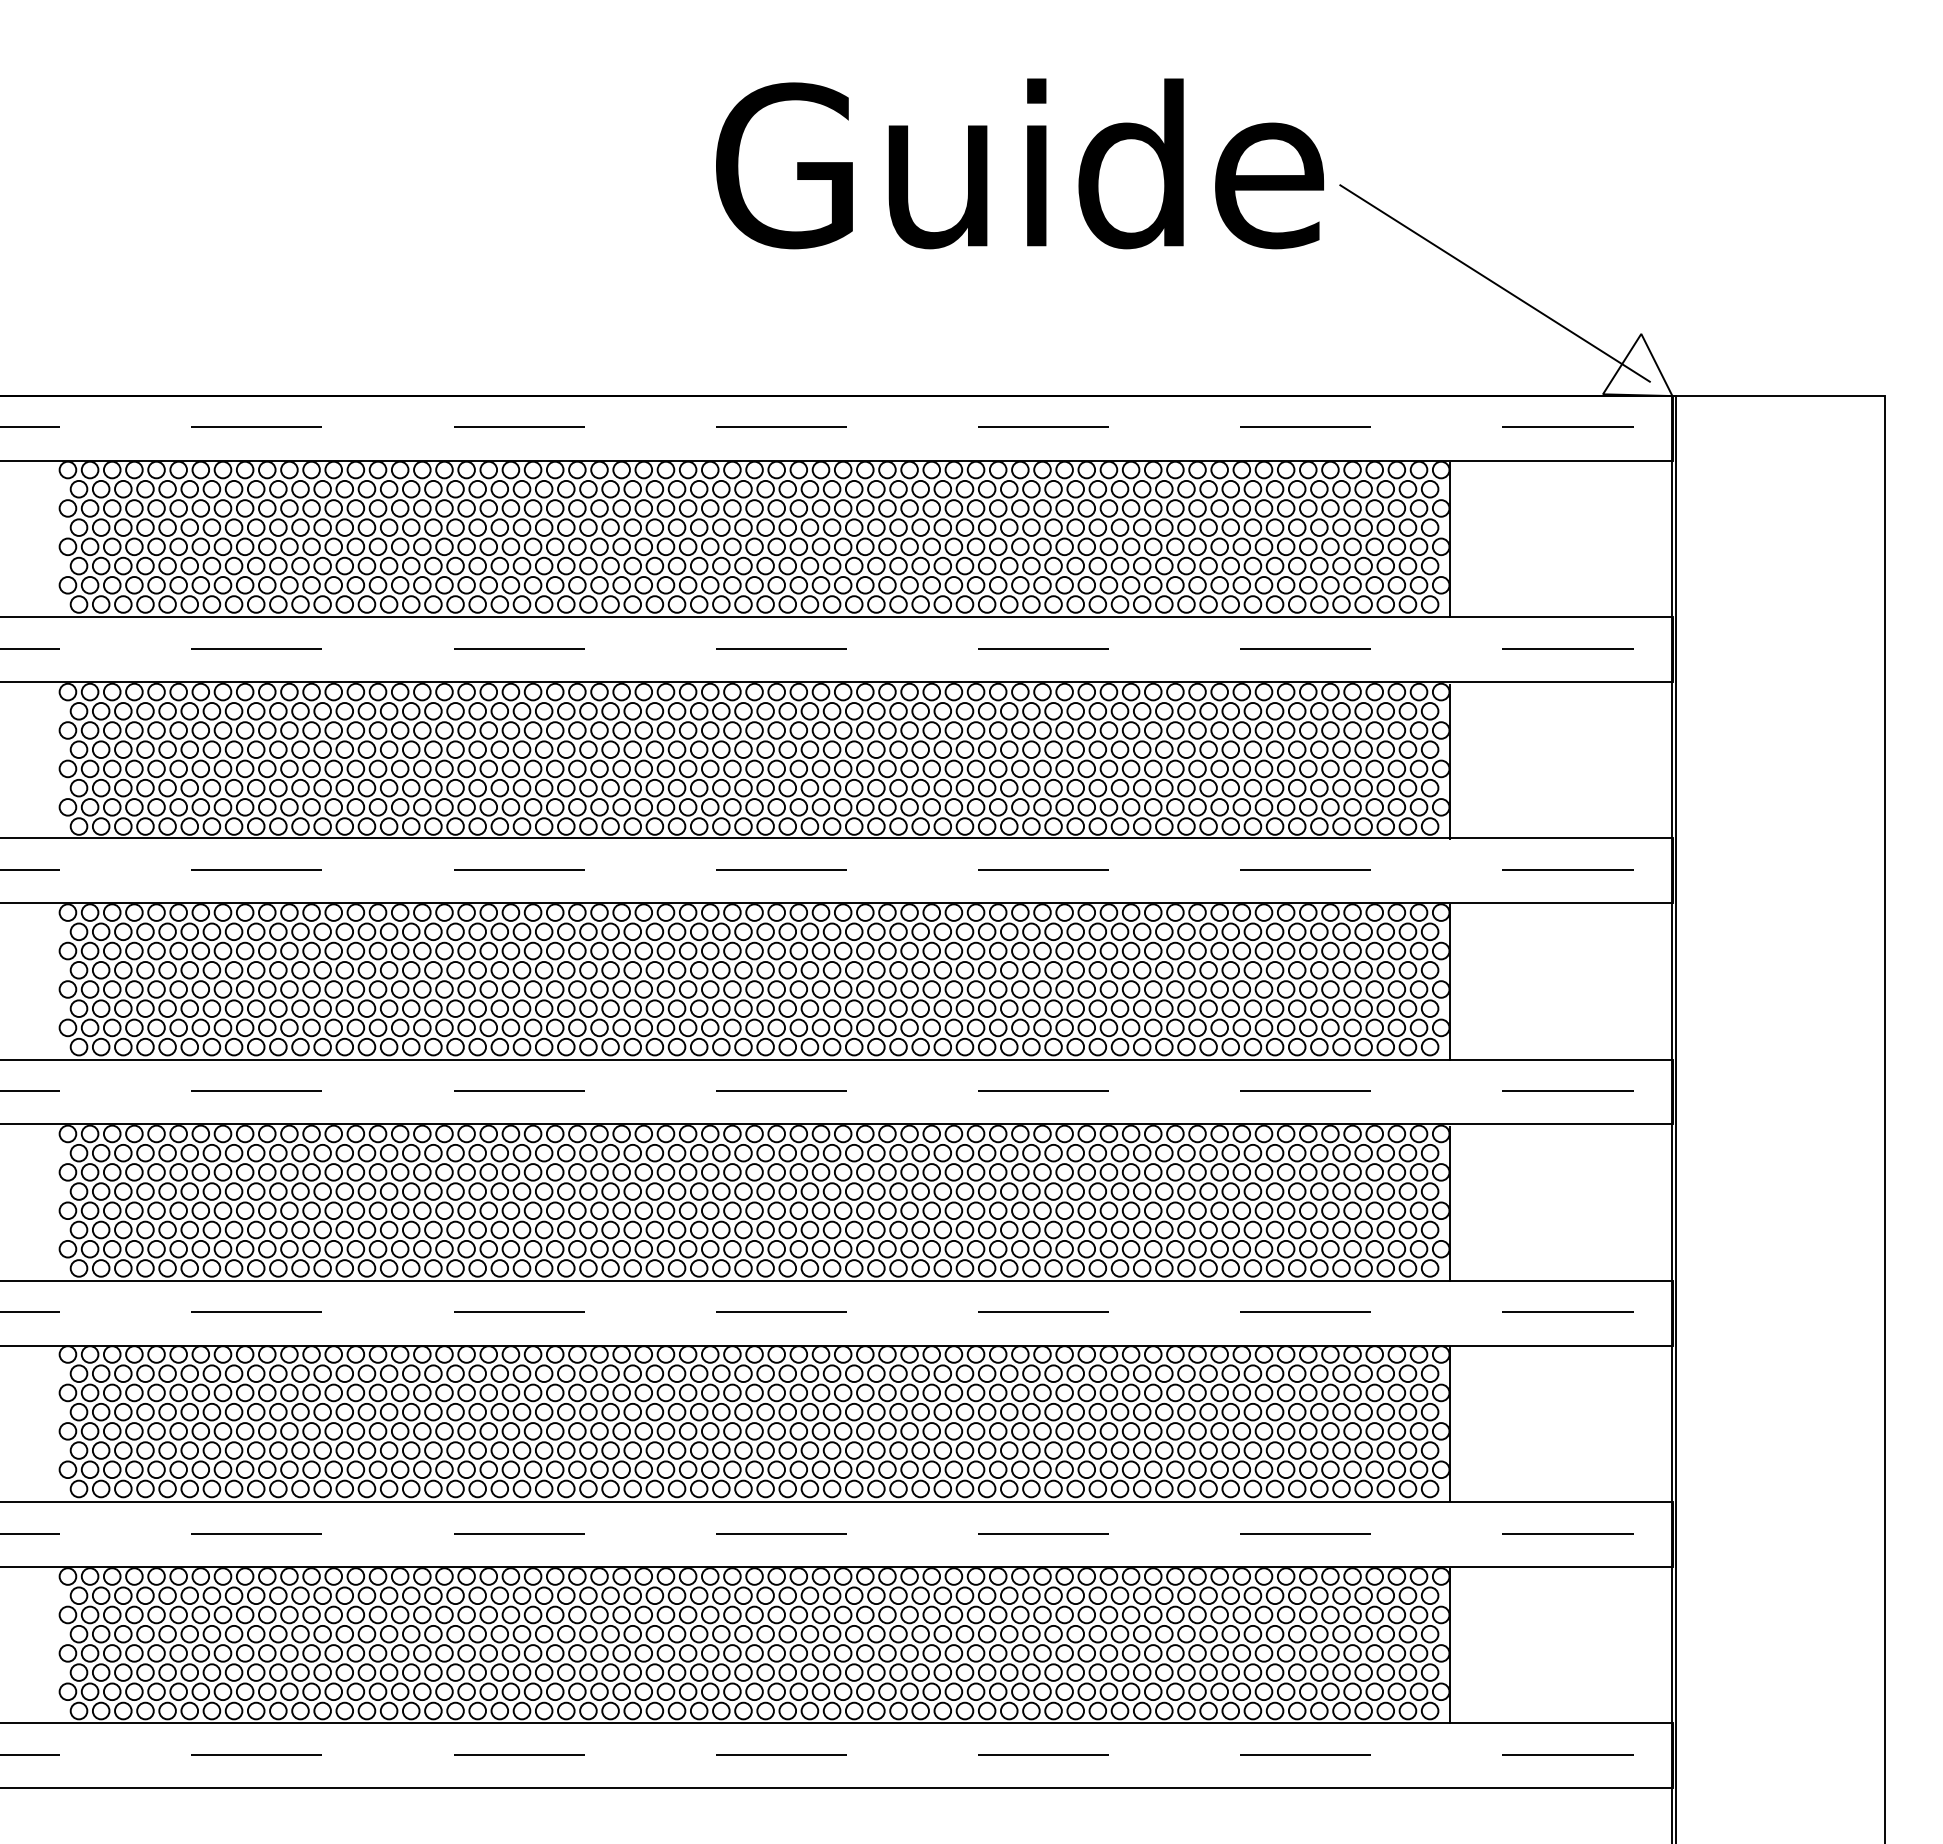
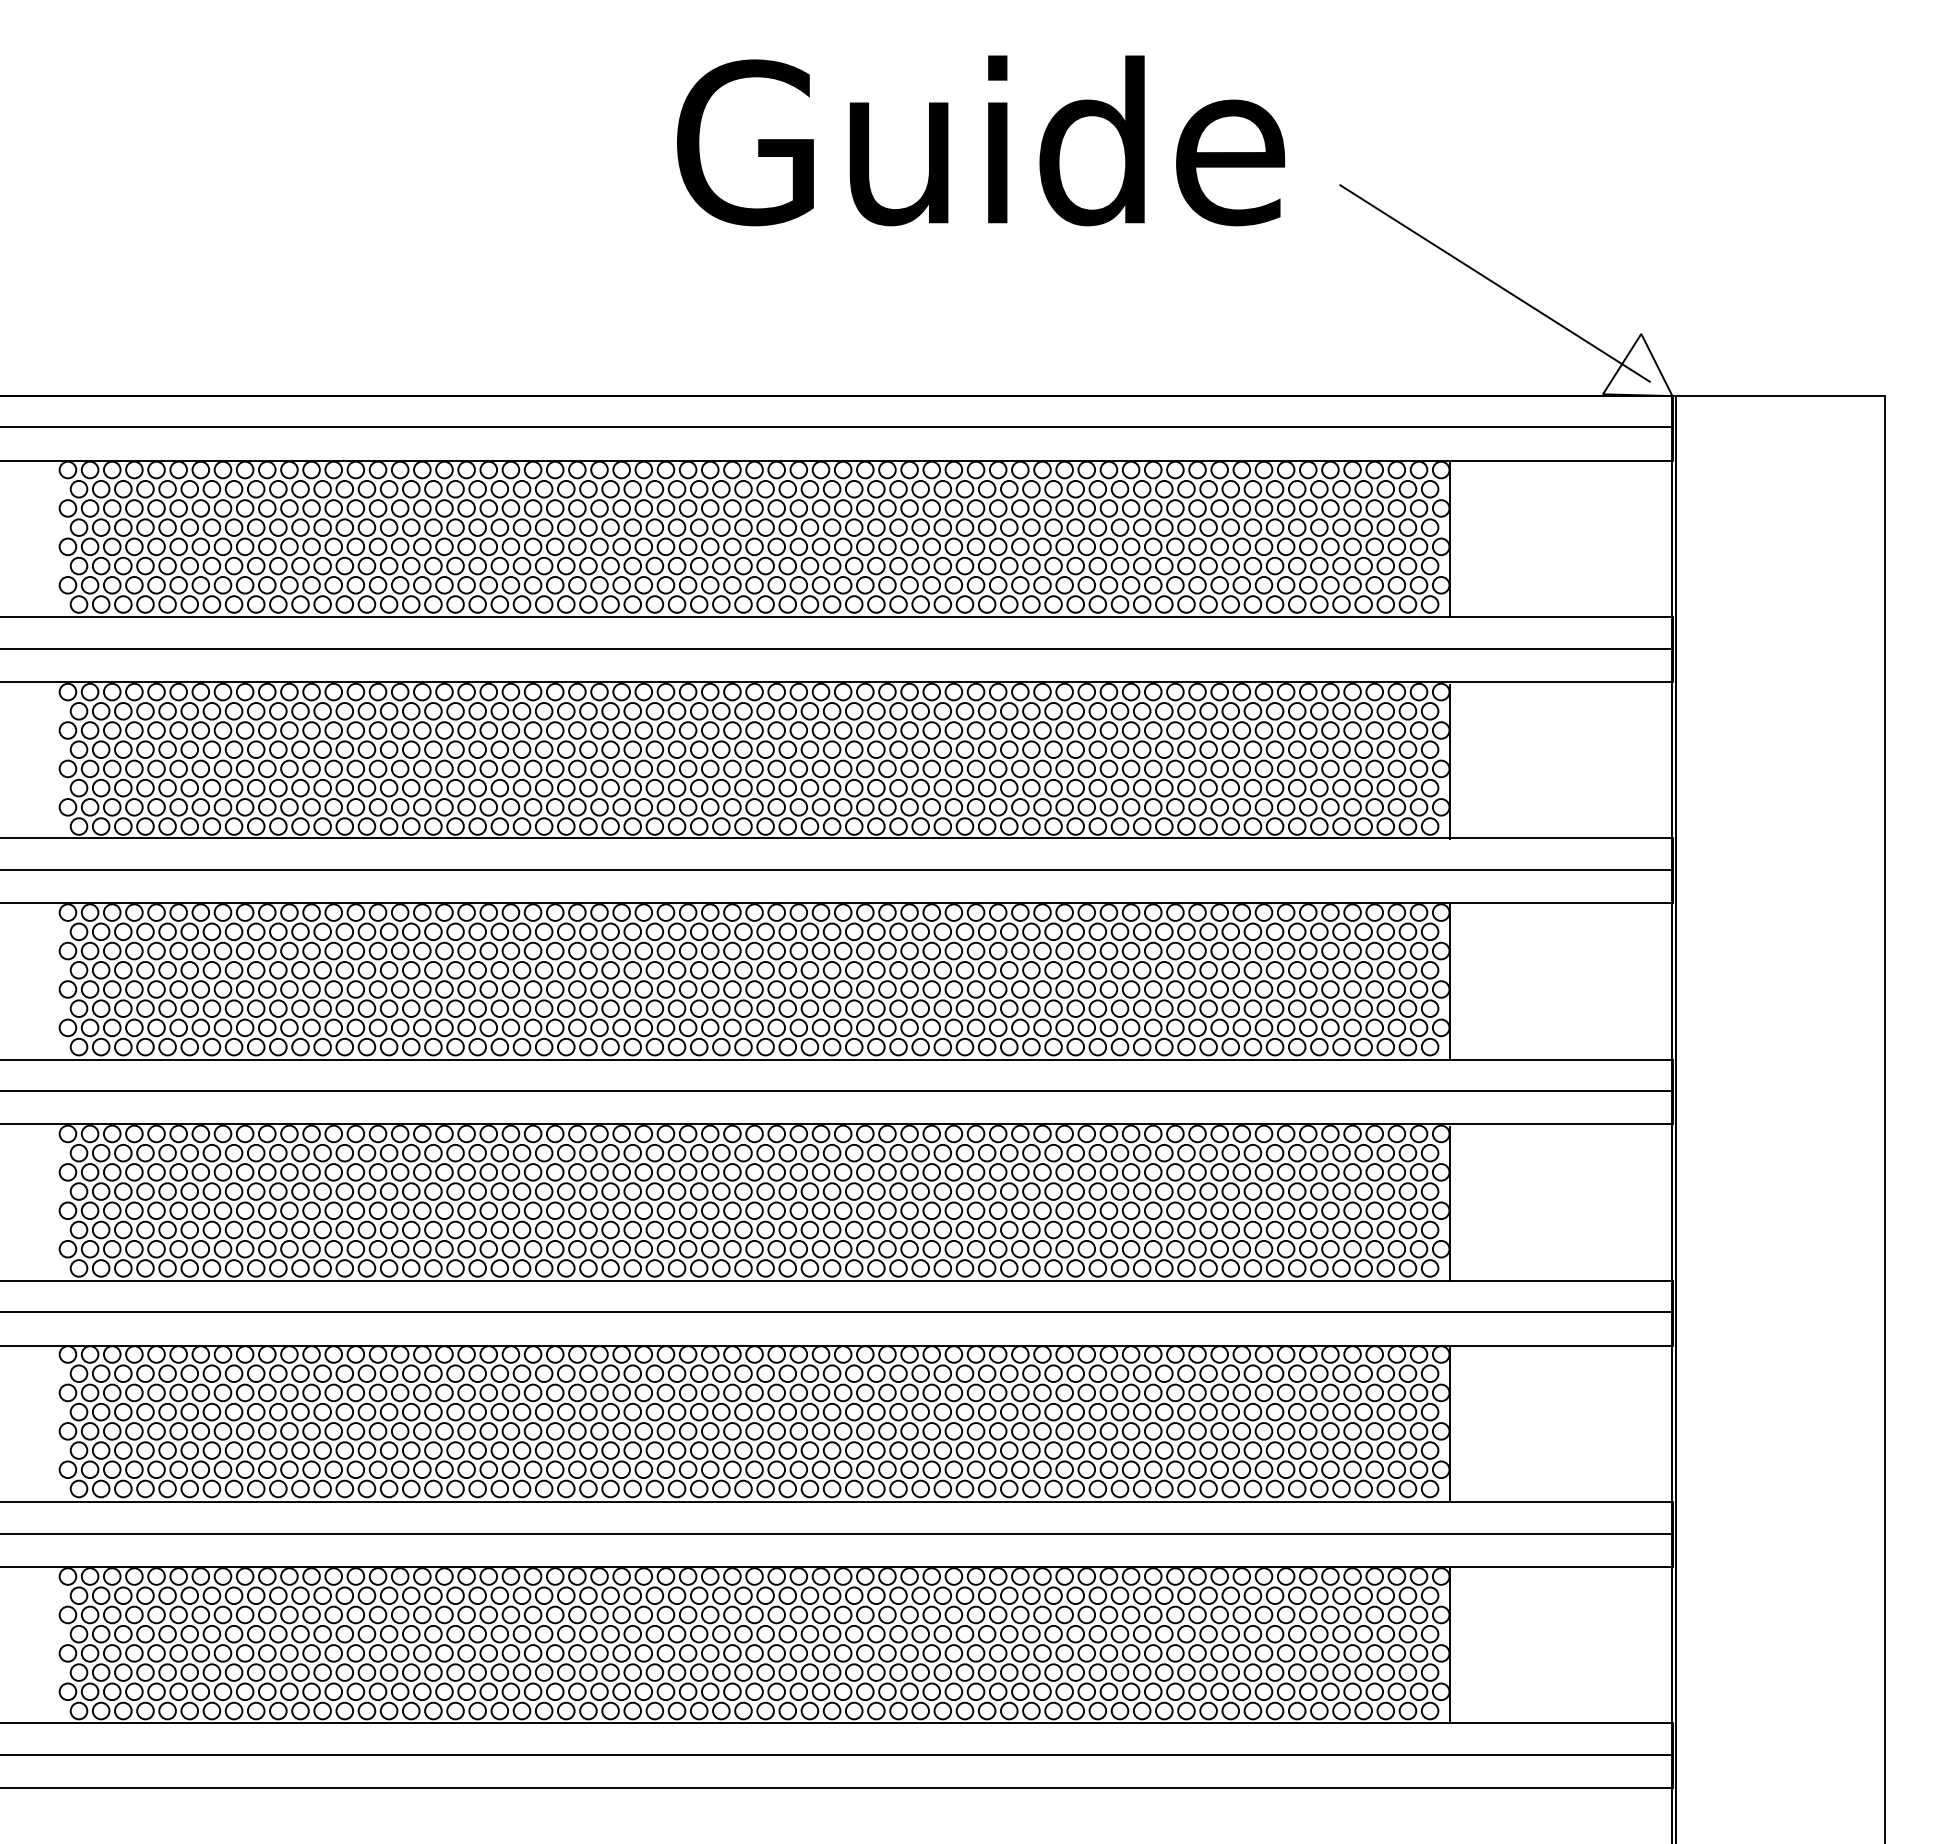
text at (1019, 163) position: (1019, 163) -> (980, 140)
line at (836, 427): dashed -> solid
line at (836, 648): dashed -> solid
line at (836, 869): dashed -> solid
line at (836, 1091): dashed -> solid
line at (836, 1312): dashed -> solid
line at (836, 1533): dashed -> solid
line at (836, 1754): dashed -> solid
